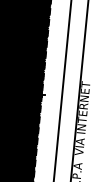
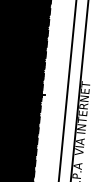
line at (62, 90) position: (62, 90) -> (67, 90)
